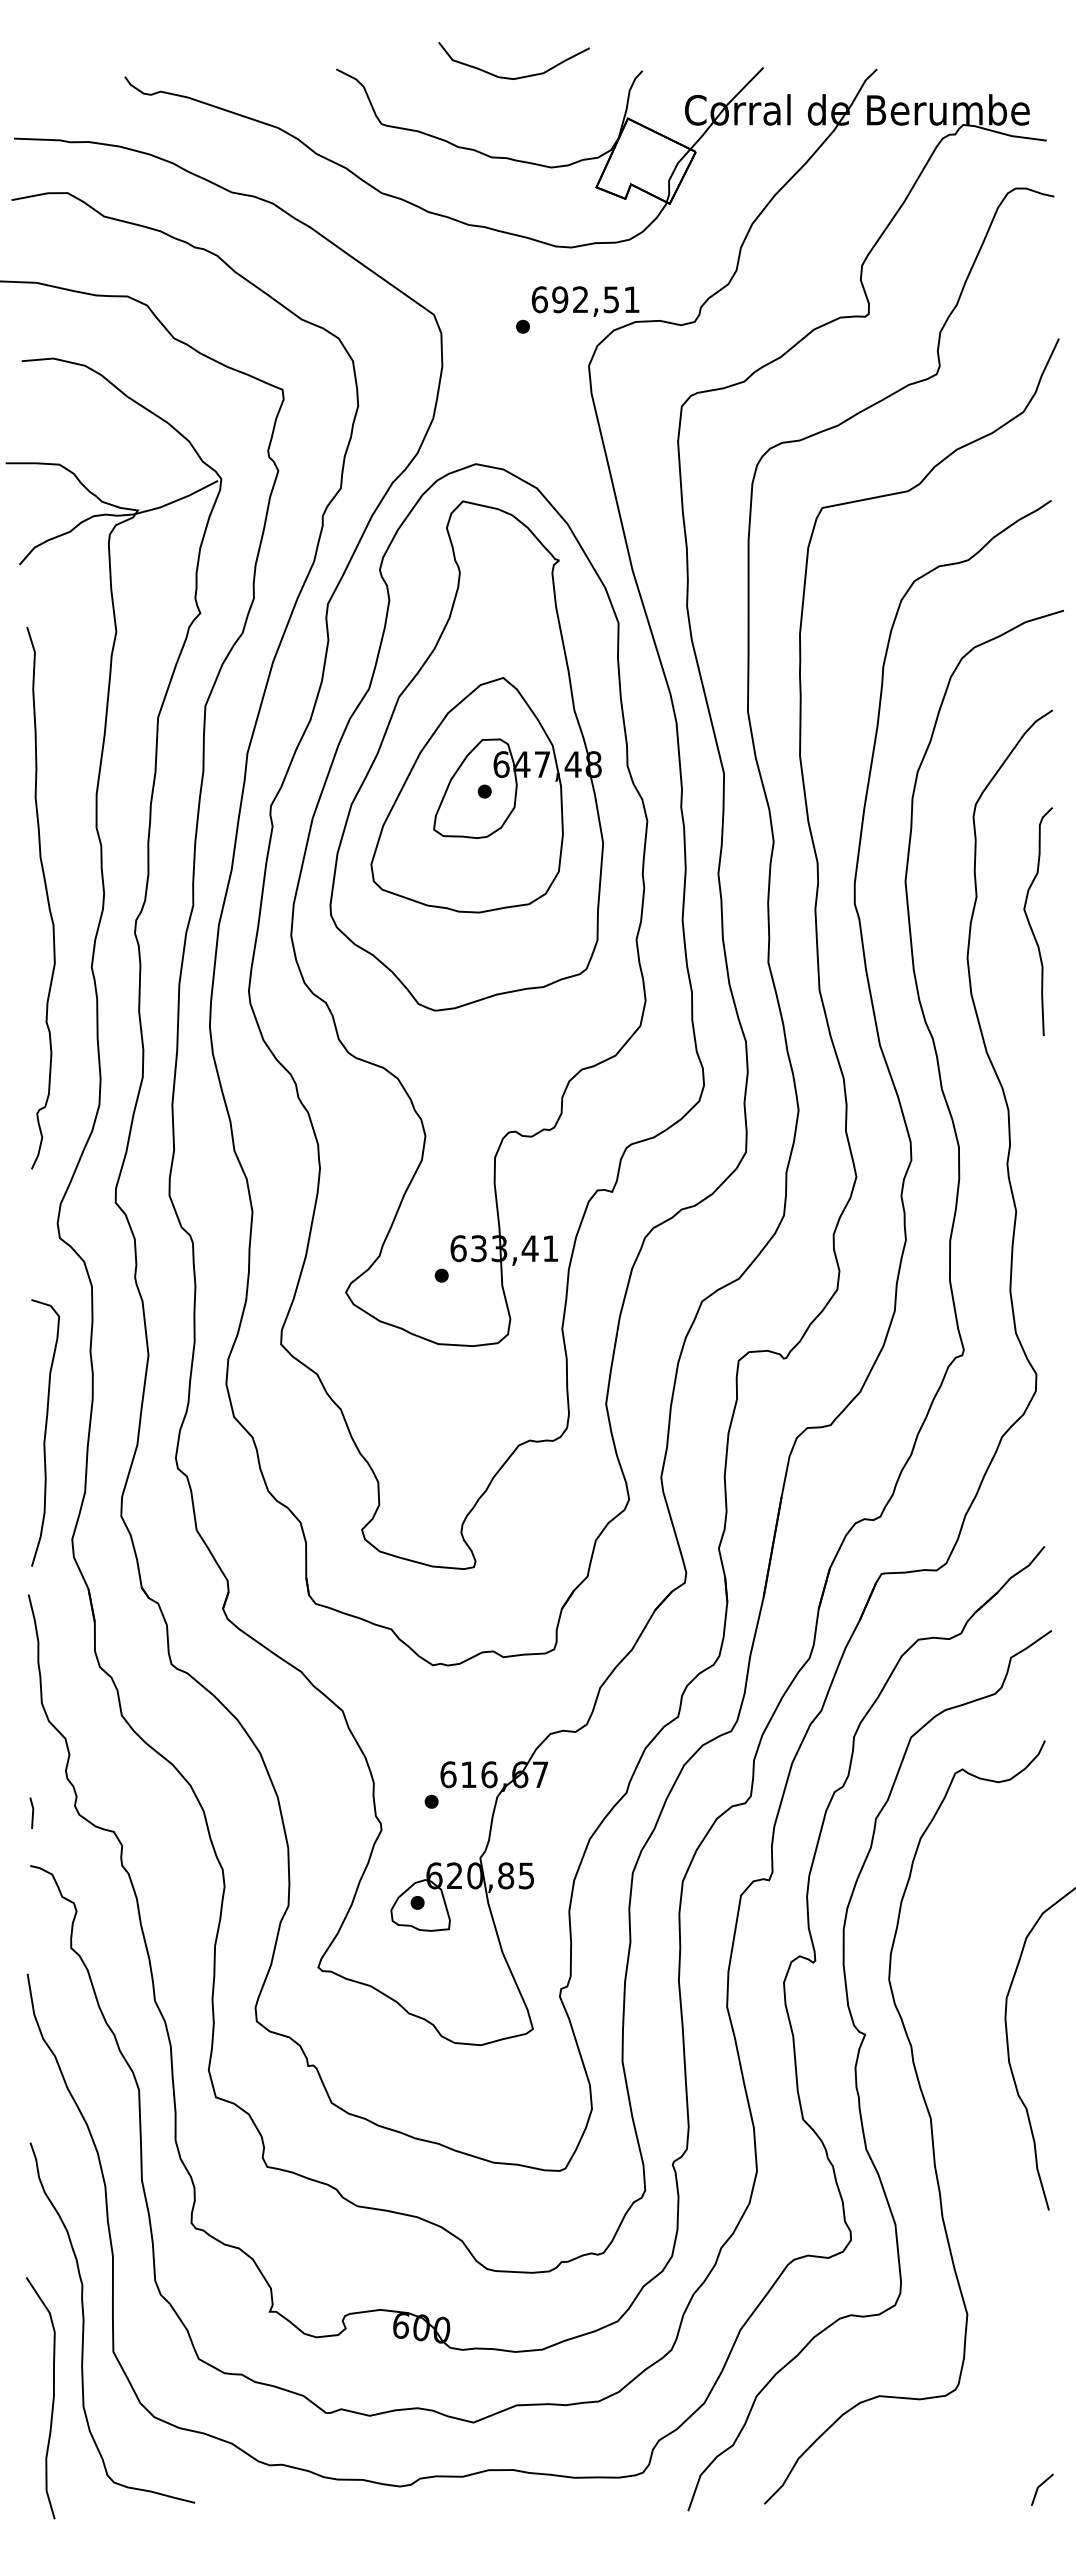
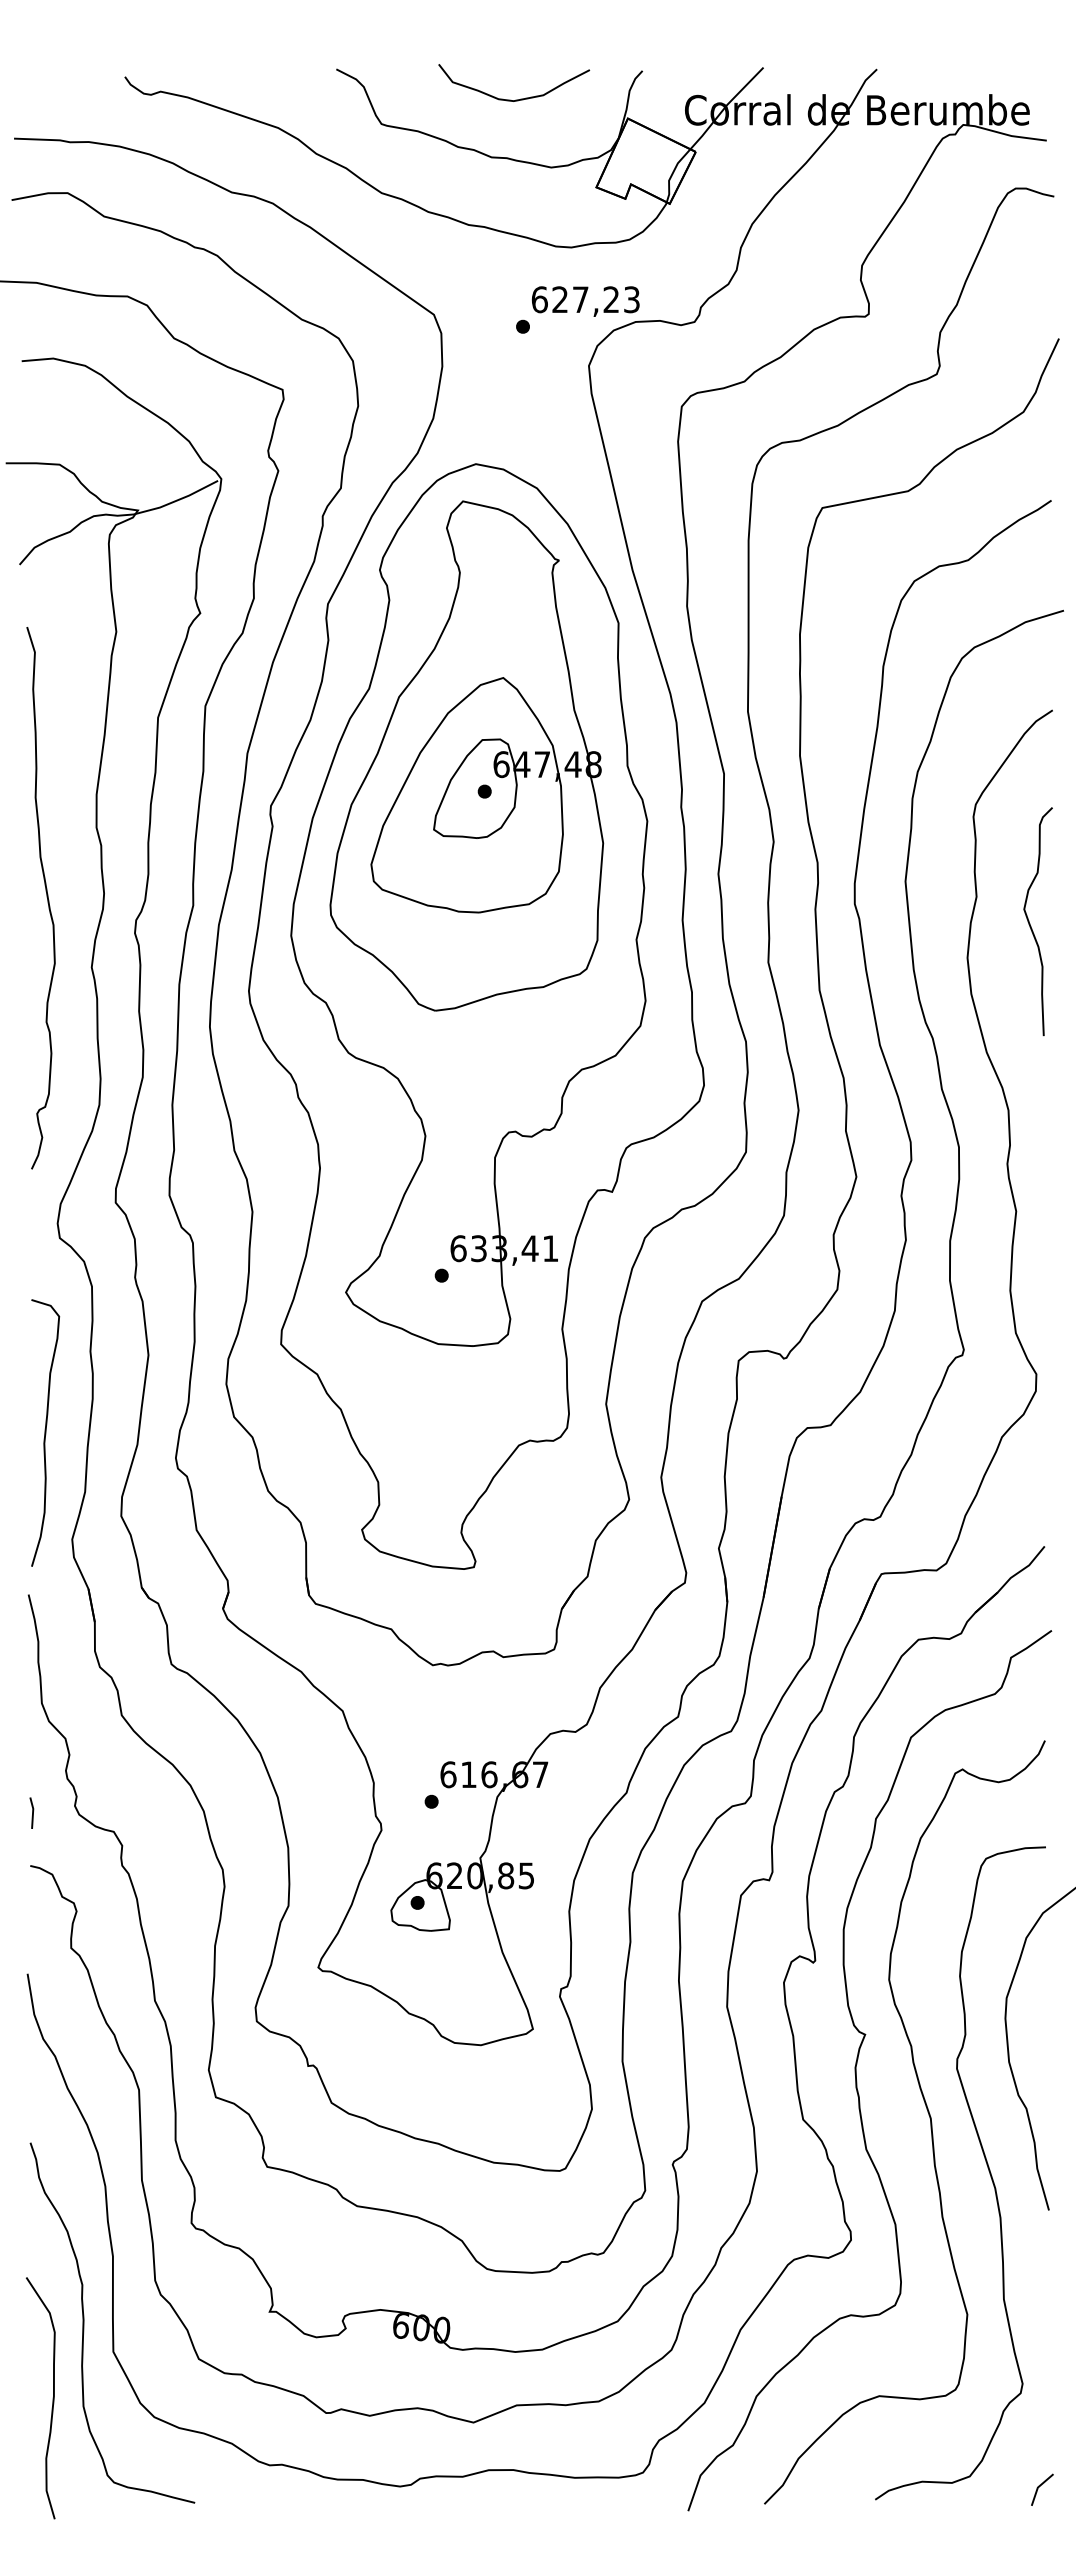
part at (515, 77) position: (515, 77) -> (515, 99)
text at (595, 299): 692,51 -> 627,23
part at (986, 2165): none -> present
